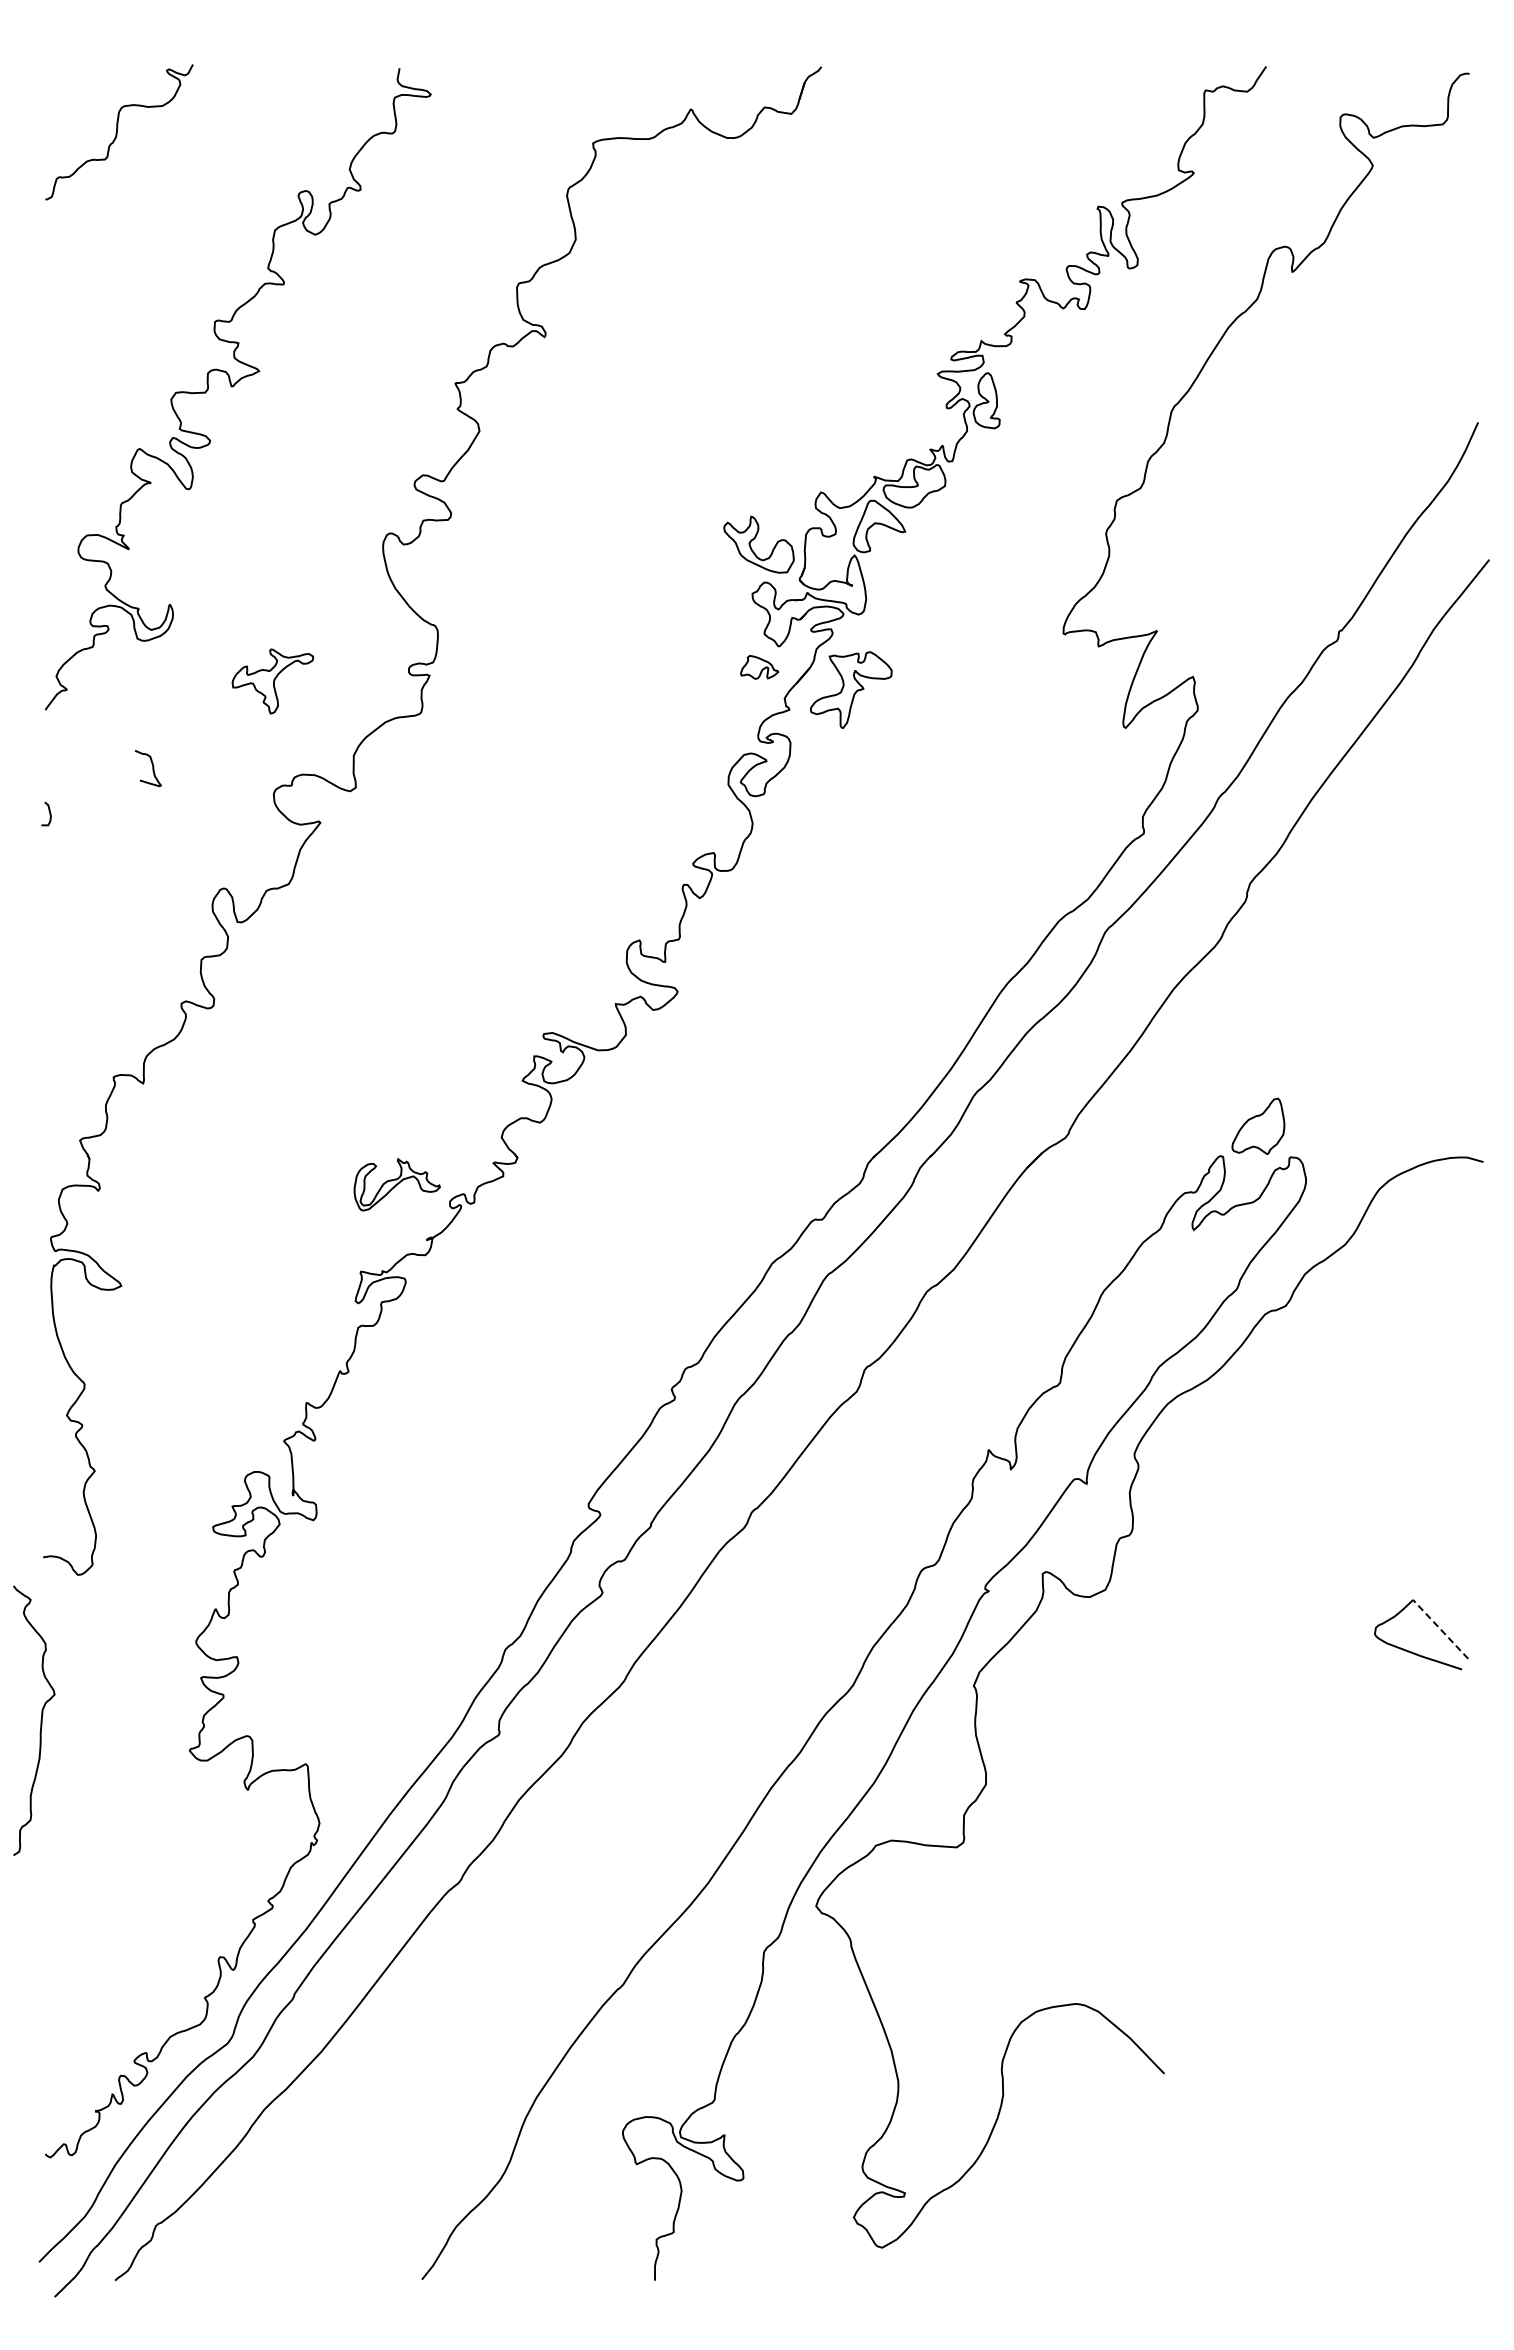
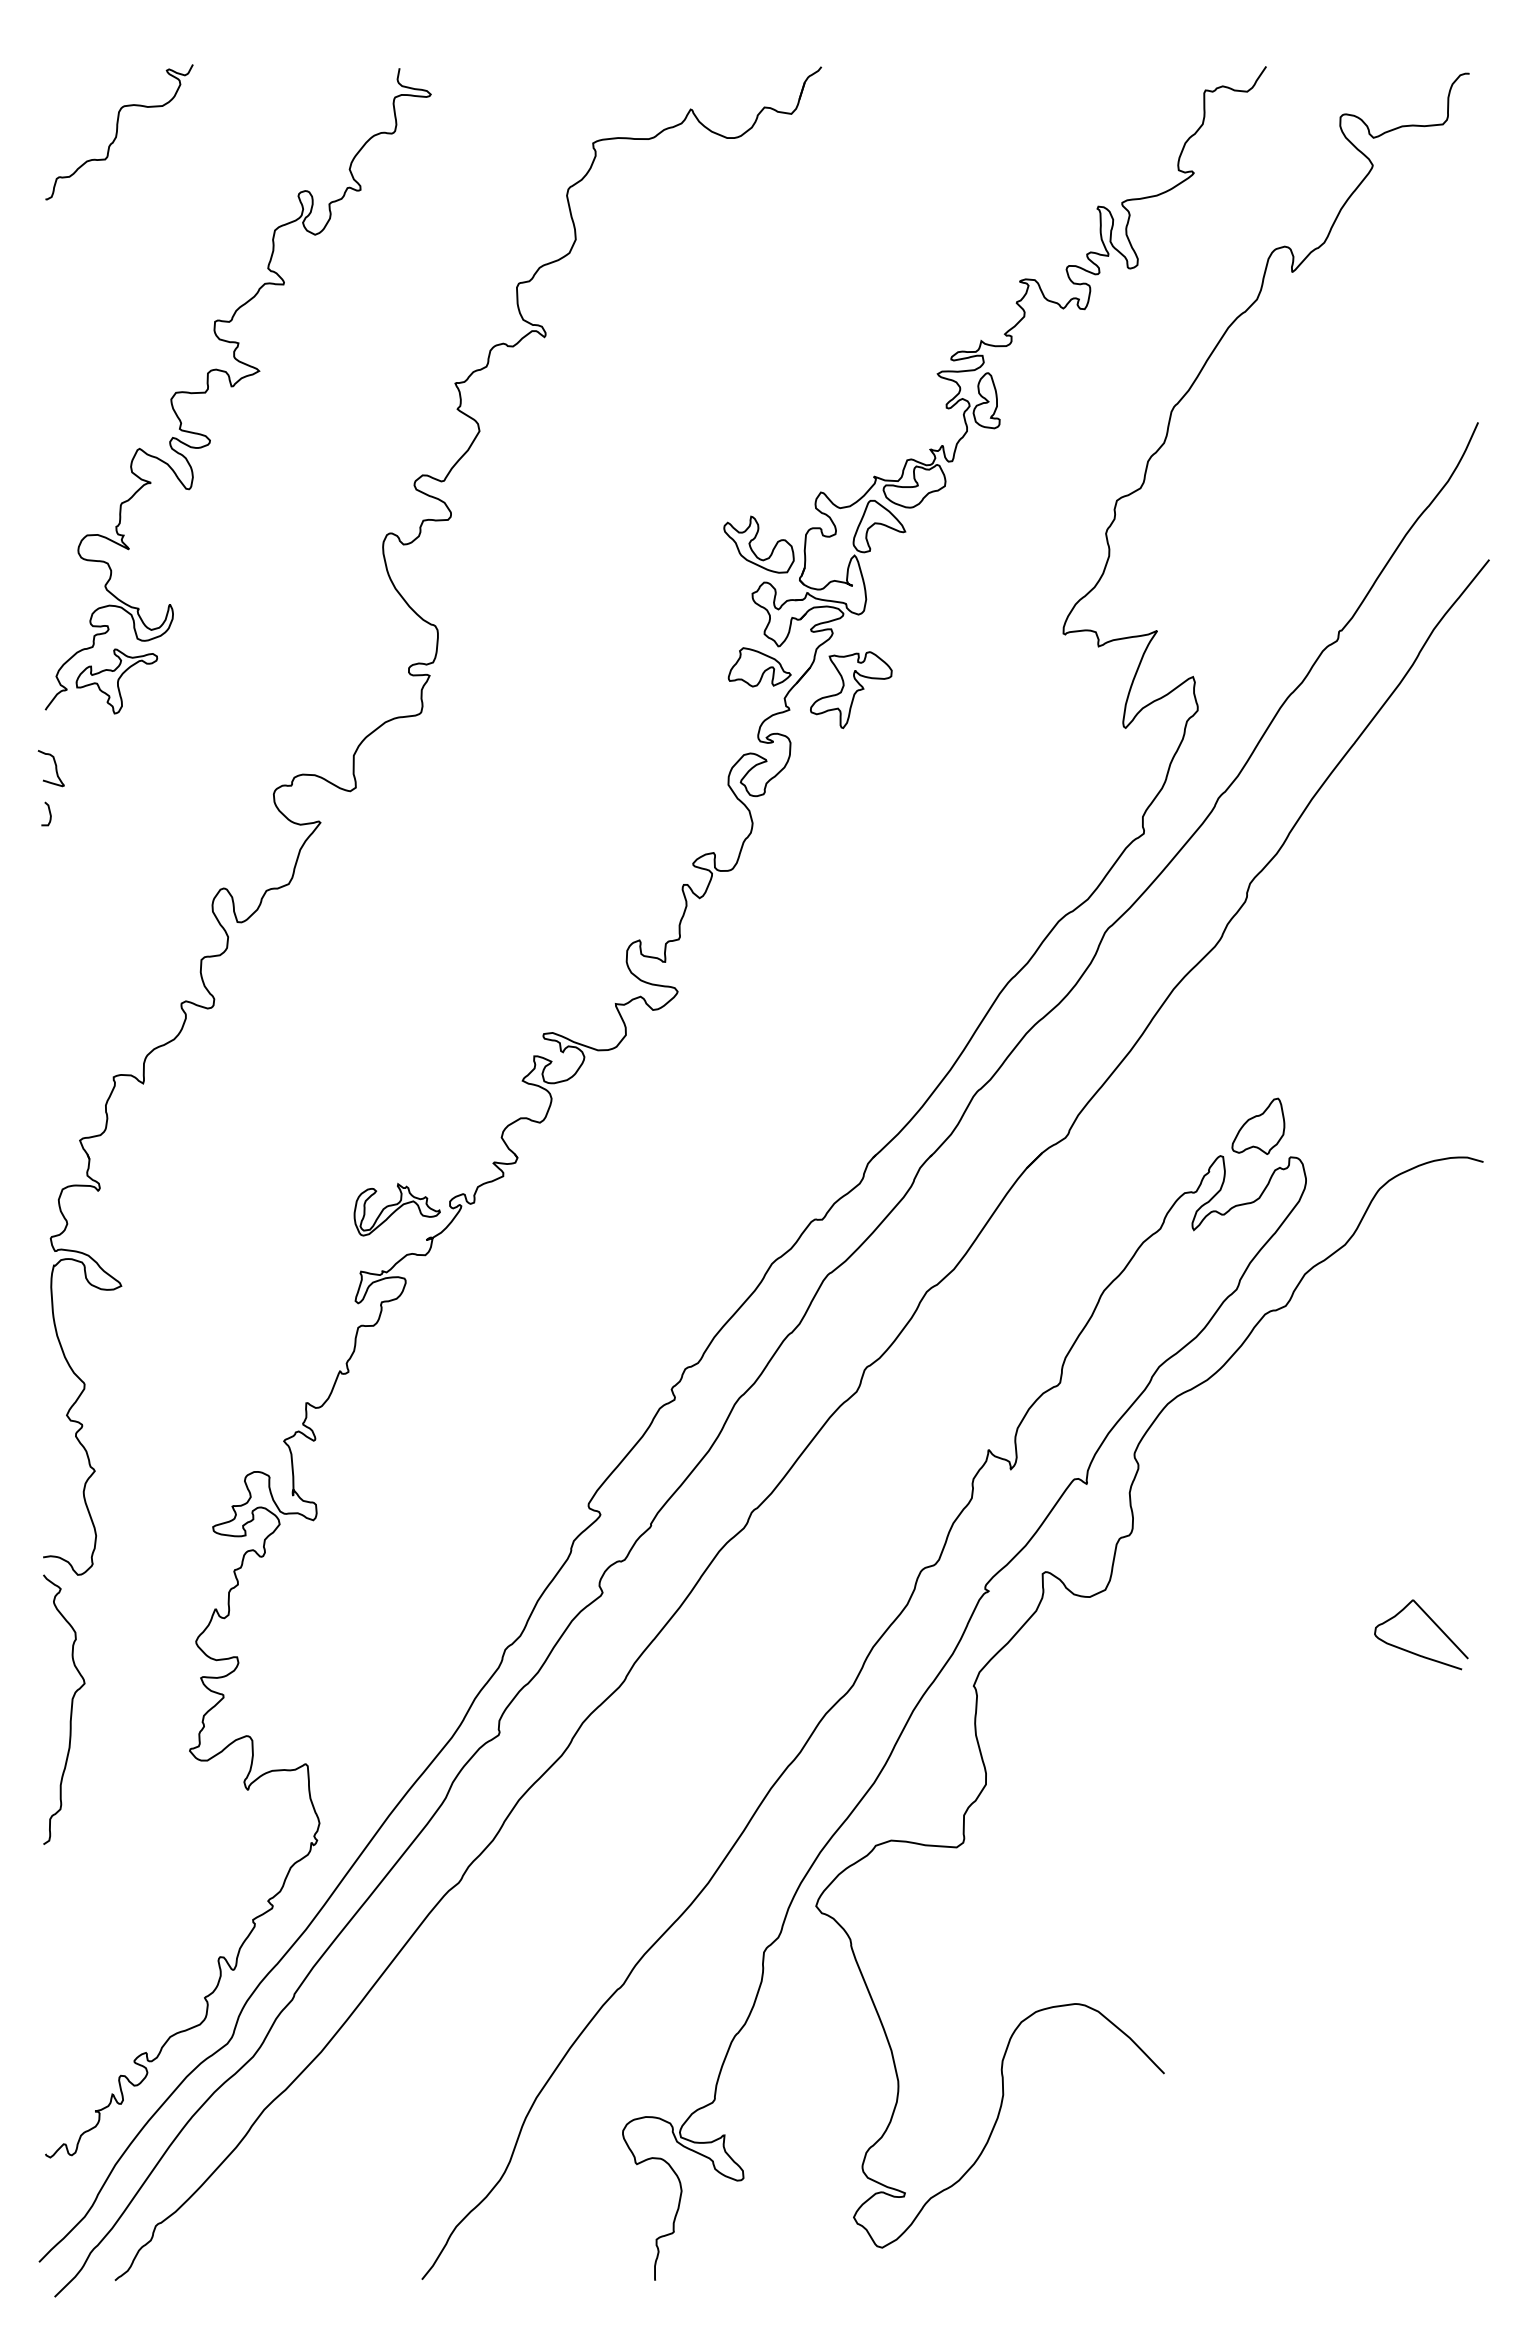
part at (759, 667) size: 40x25 px -> 65x41 px
part at (272, 681) position: (272, 681) -> (116, 681)
curve at (152, 768) position: (152, 768) -> (55, 768)
part at (396, 1184) position: (396, 1184) -> (396, 1209)
line at (1440, 1629): dashed -> solid
curve at (40, 1720) position: (40, 1720) -> (70, 1709)
